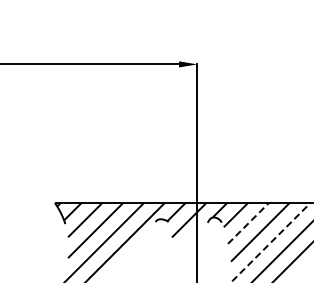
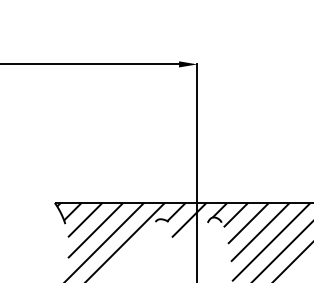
line at (248, 223): dashed -> solid
line at (271, 241): dashed -> solid
